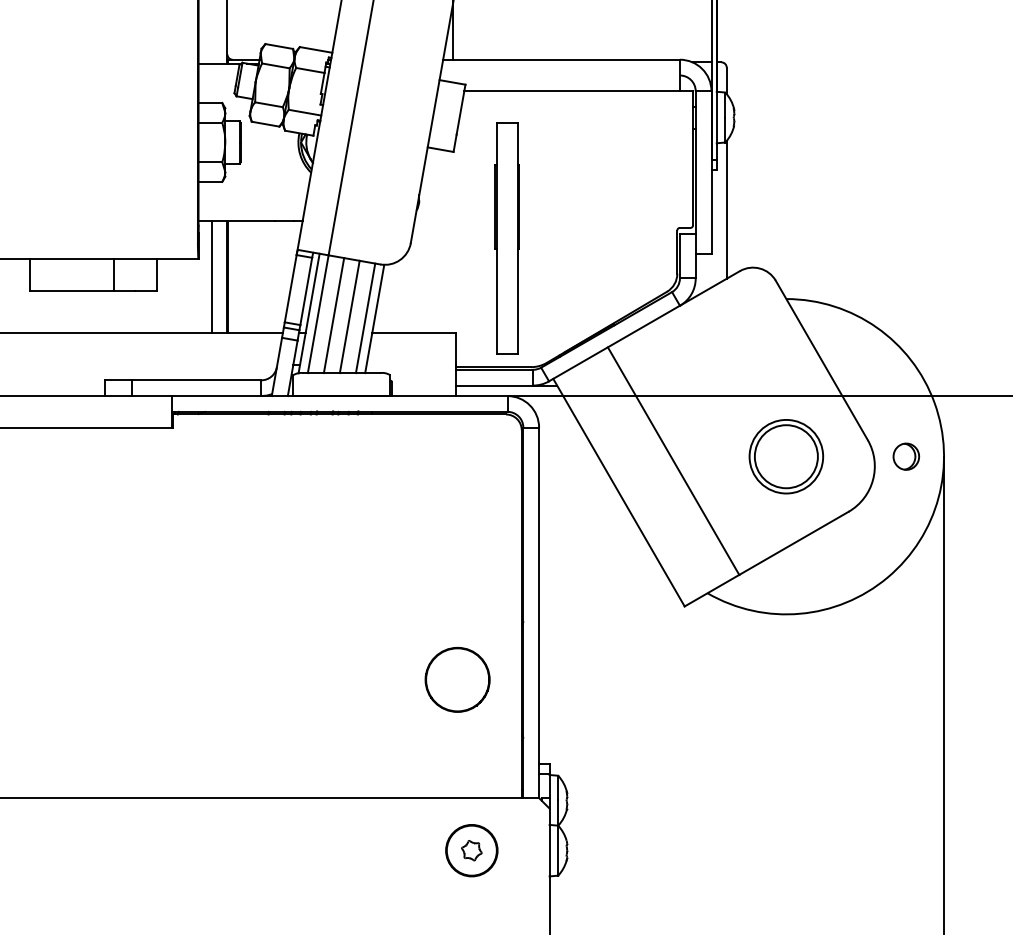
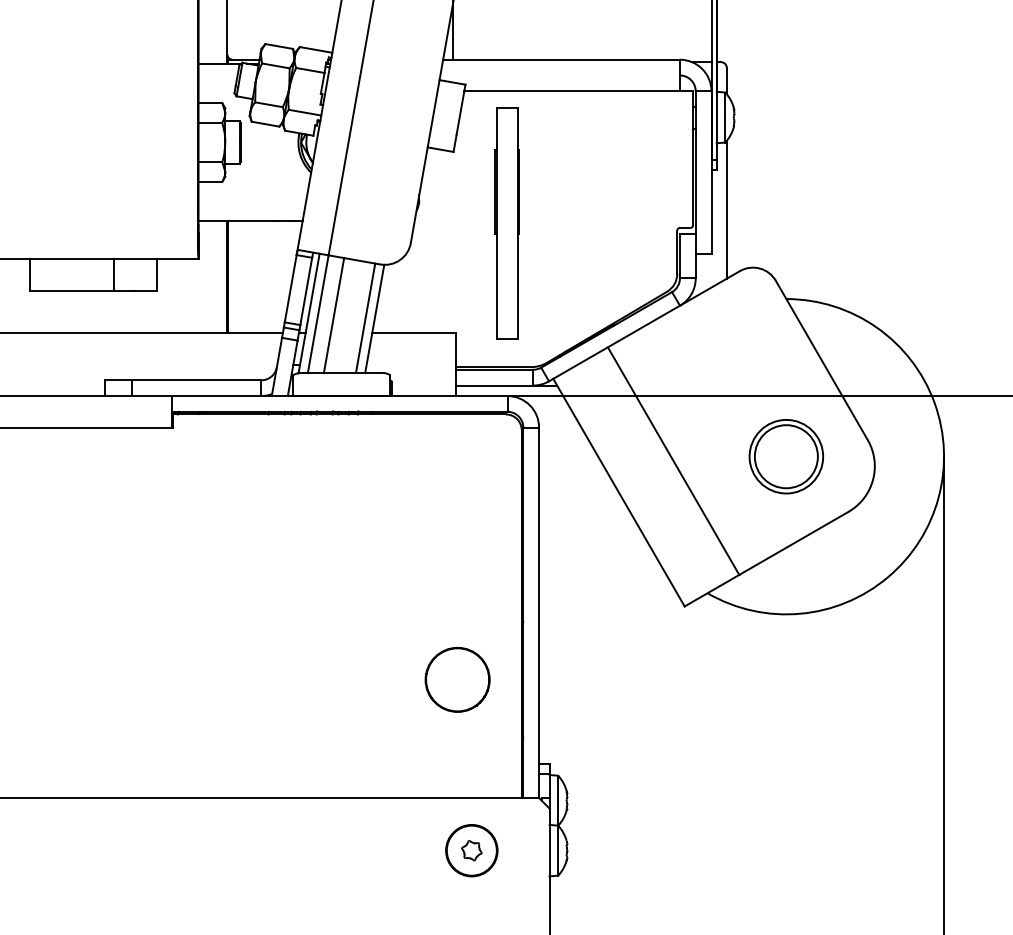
part at (506, 238) position: (506, 238) -> (506, 223)
line at (211, 277): present -> none
line at (349, 316): present -> none
part at (905, 456): present -> none
